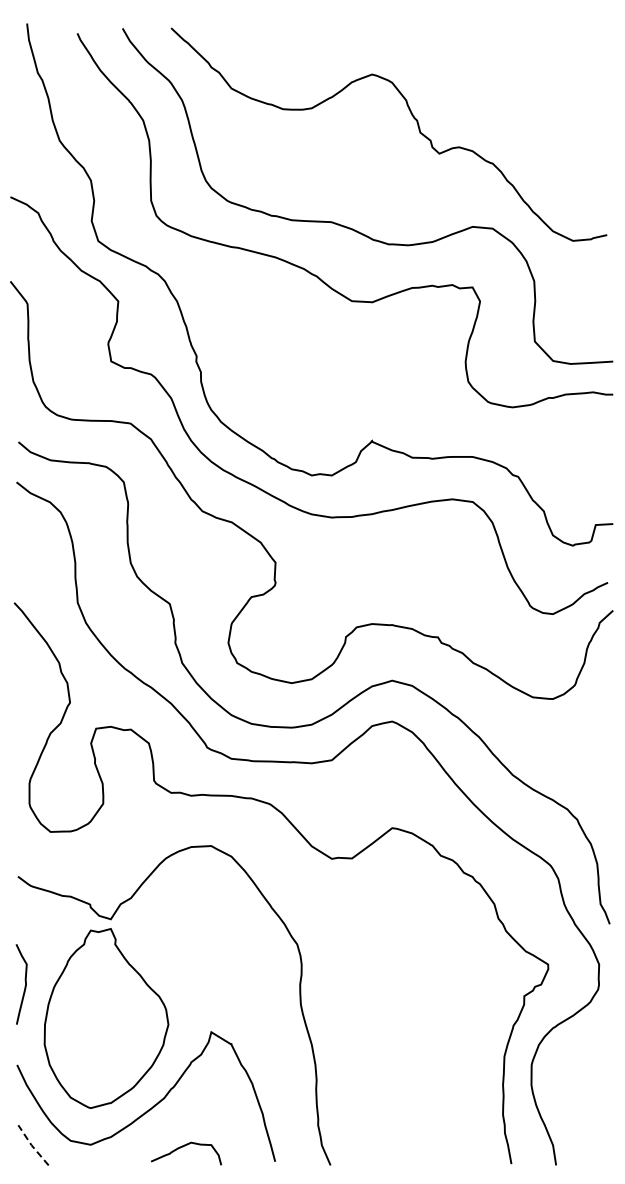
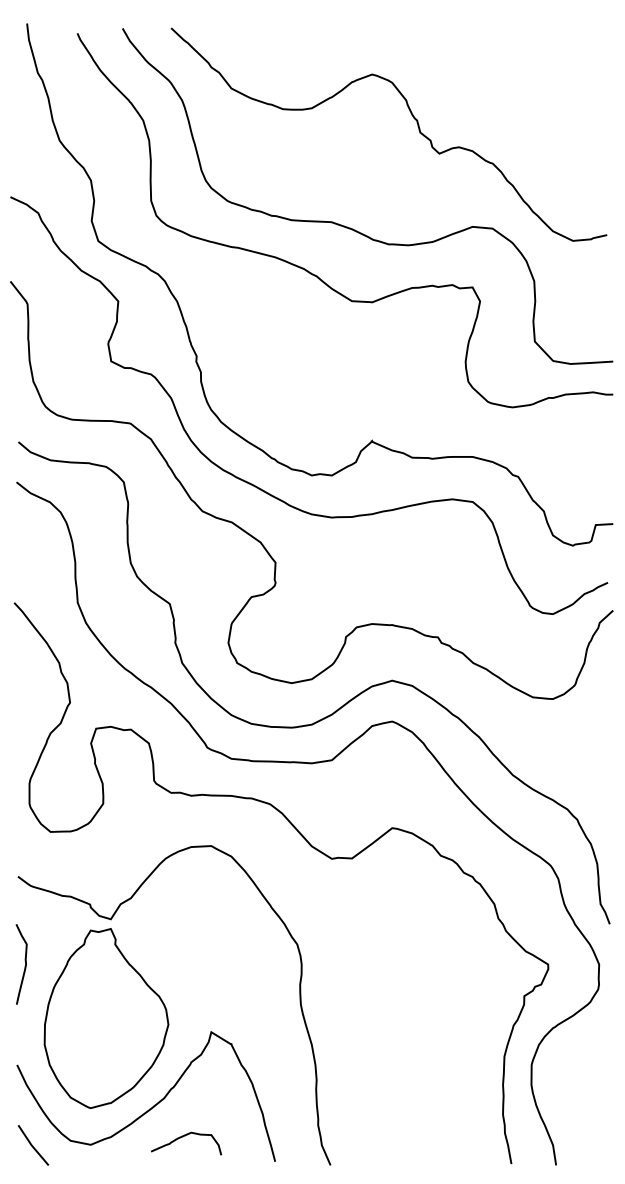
curve at (24, 986) position: (24, 986) -> (24, 966)
line at (31, 1145): dashed -> solid
curve at (183, 1147) position: (183, 1147) -> (183, 1137)
